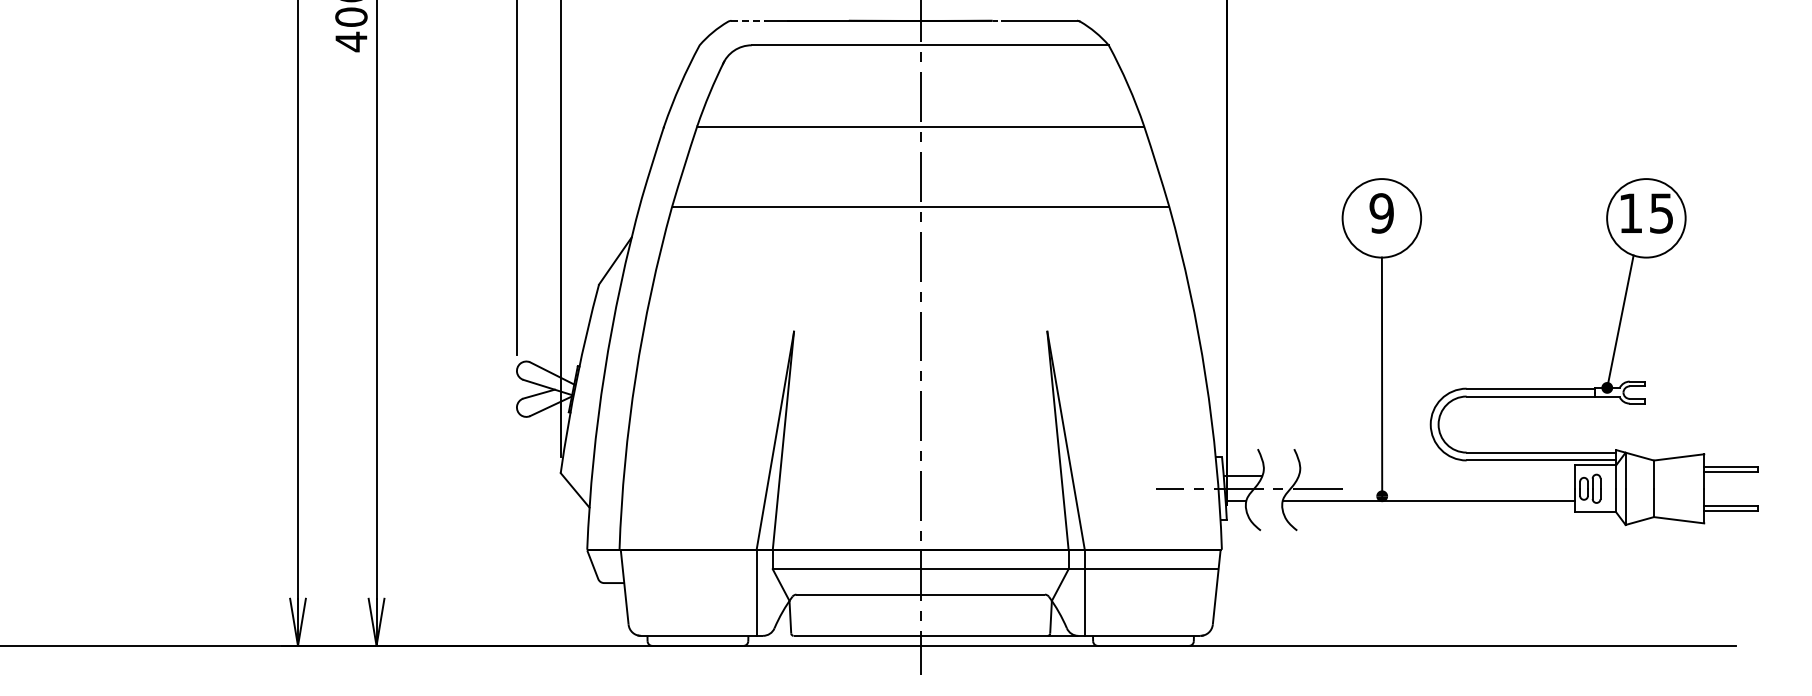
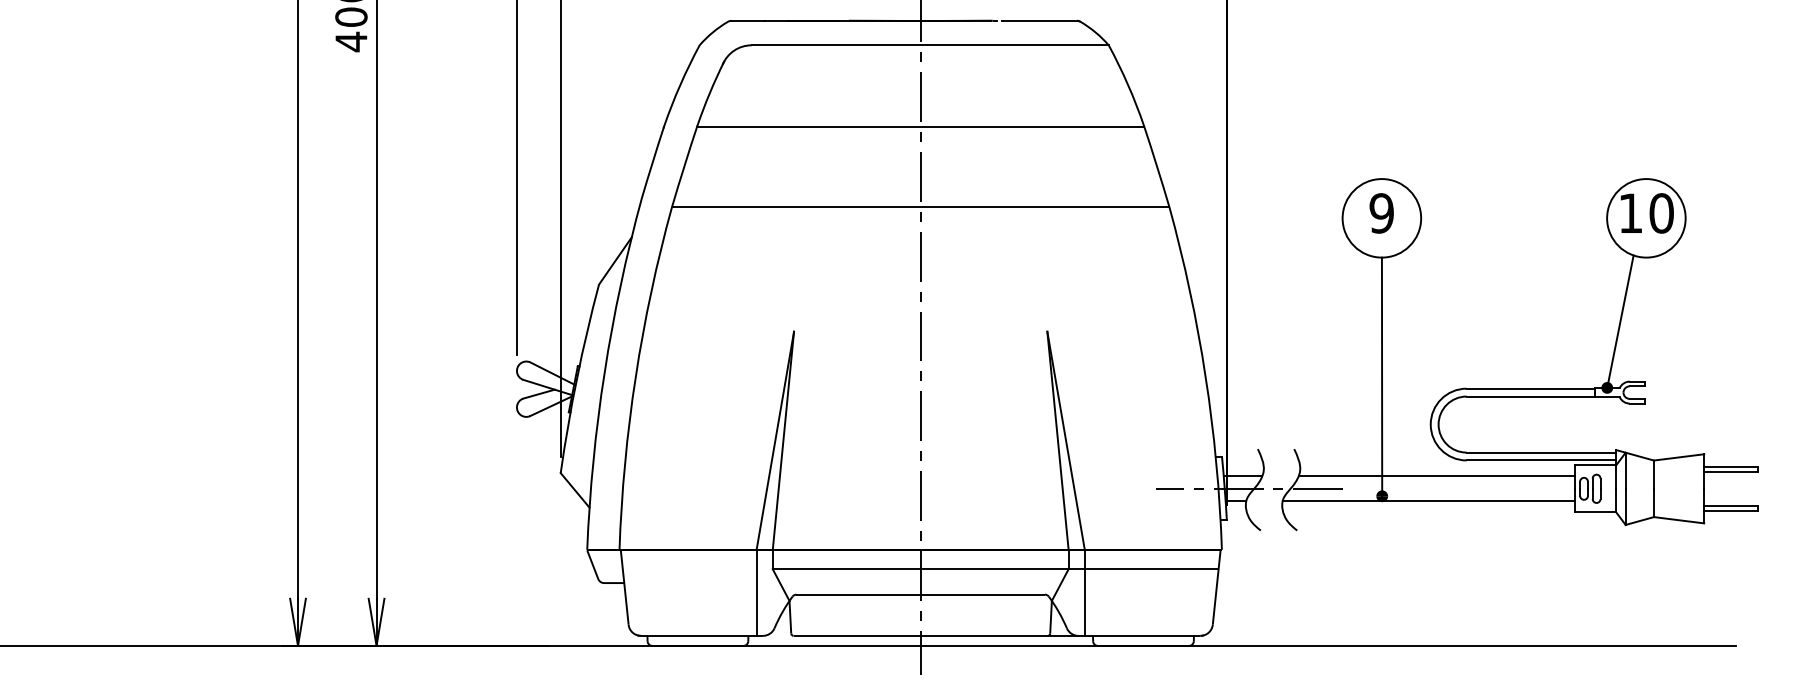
line at (748, 20): dashed -> solid
text at (1661, 213): 15 -> 10
line at (1436, 476): none -> present
